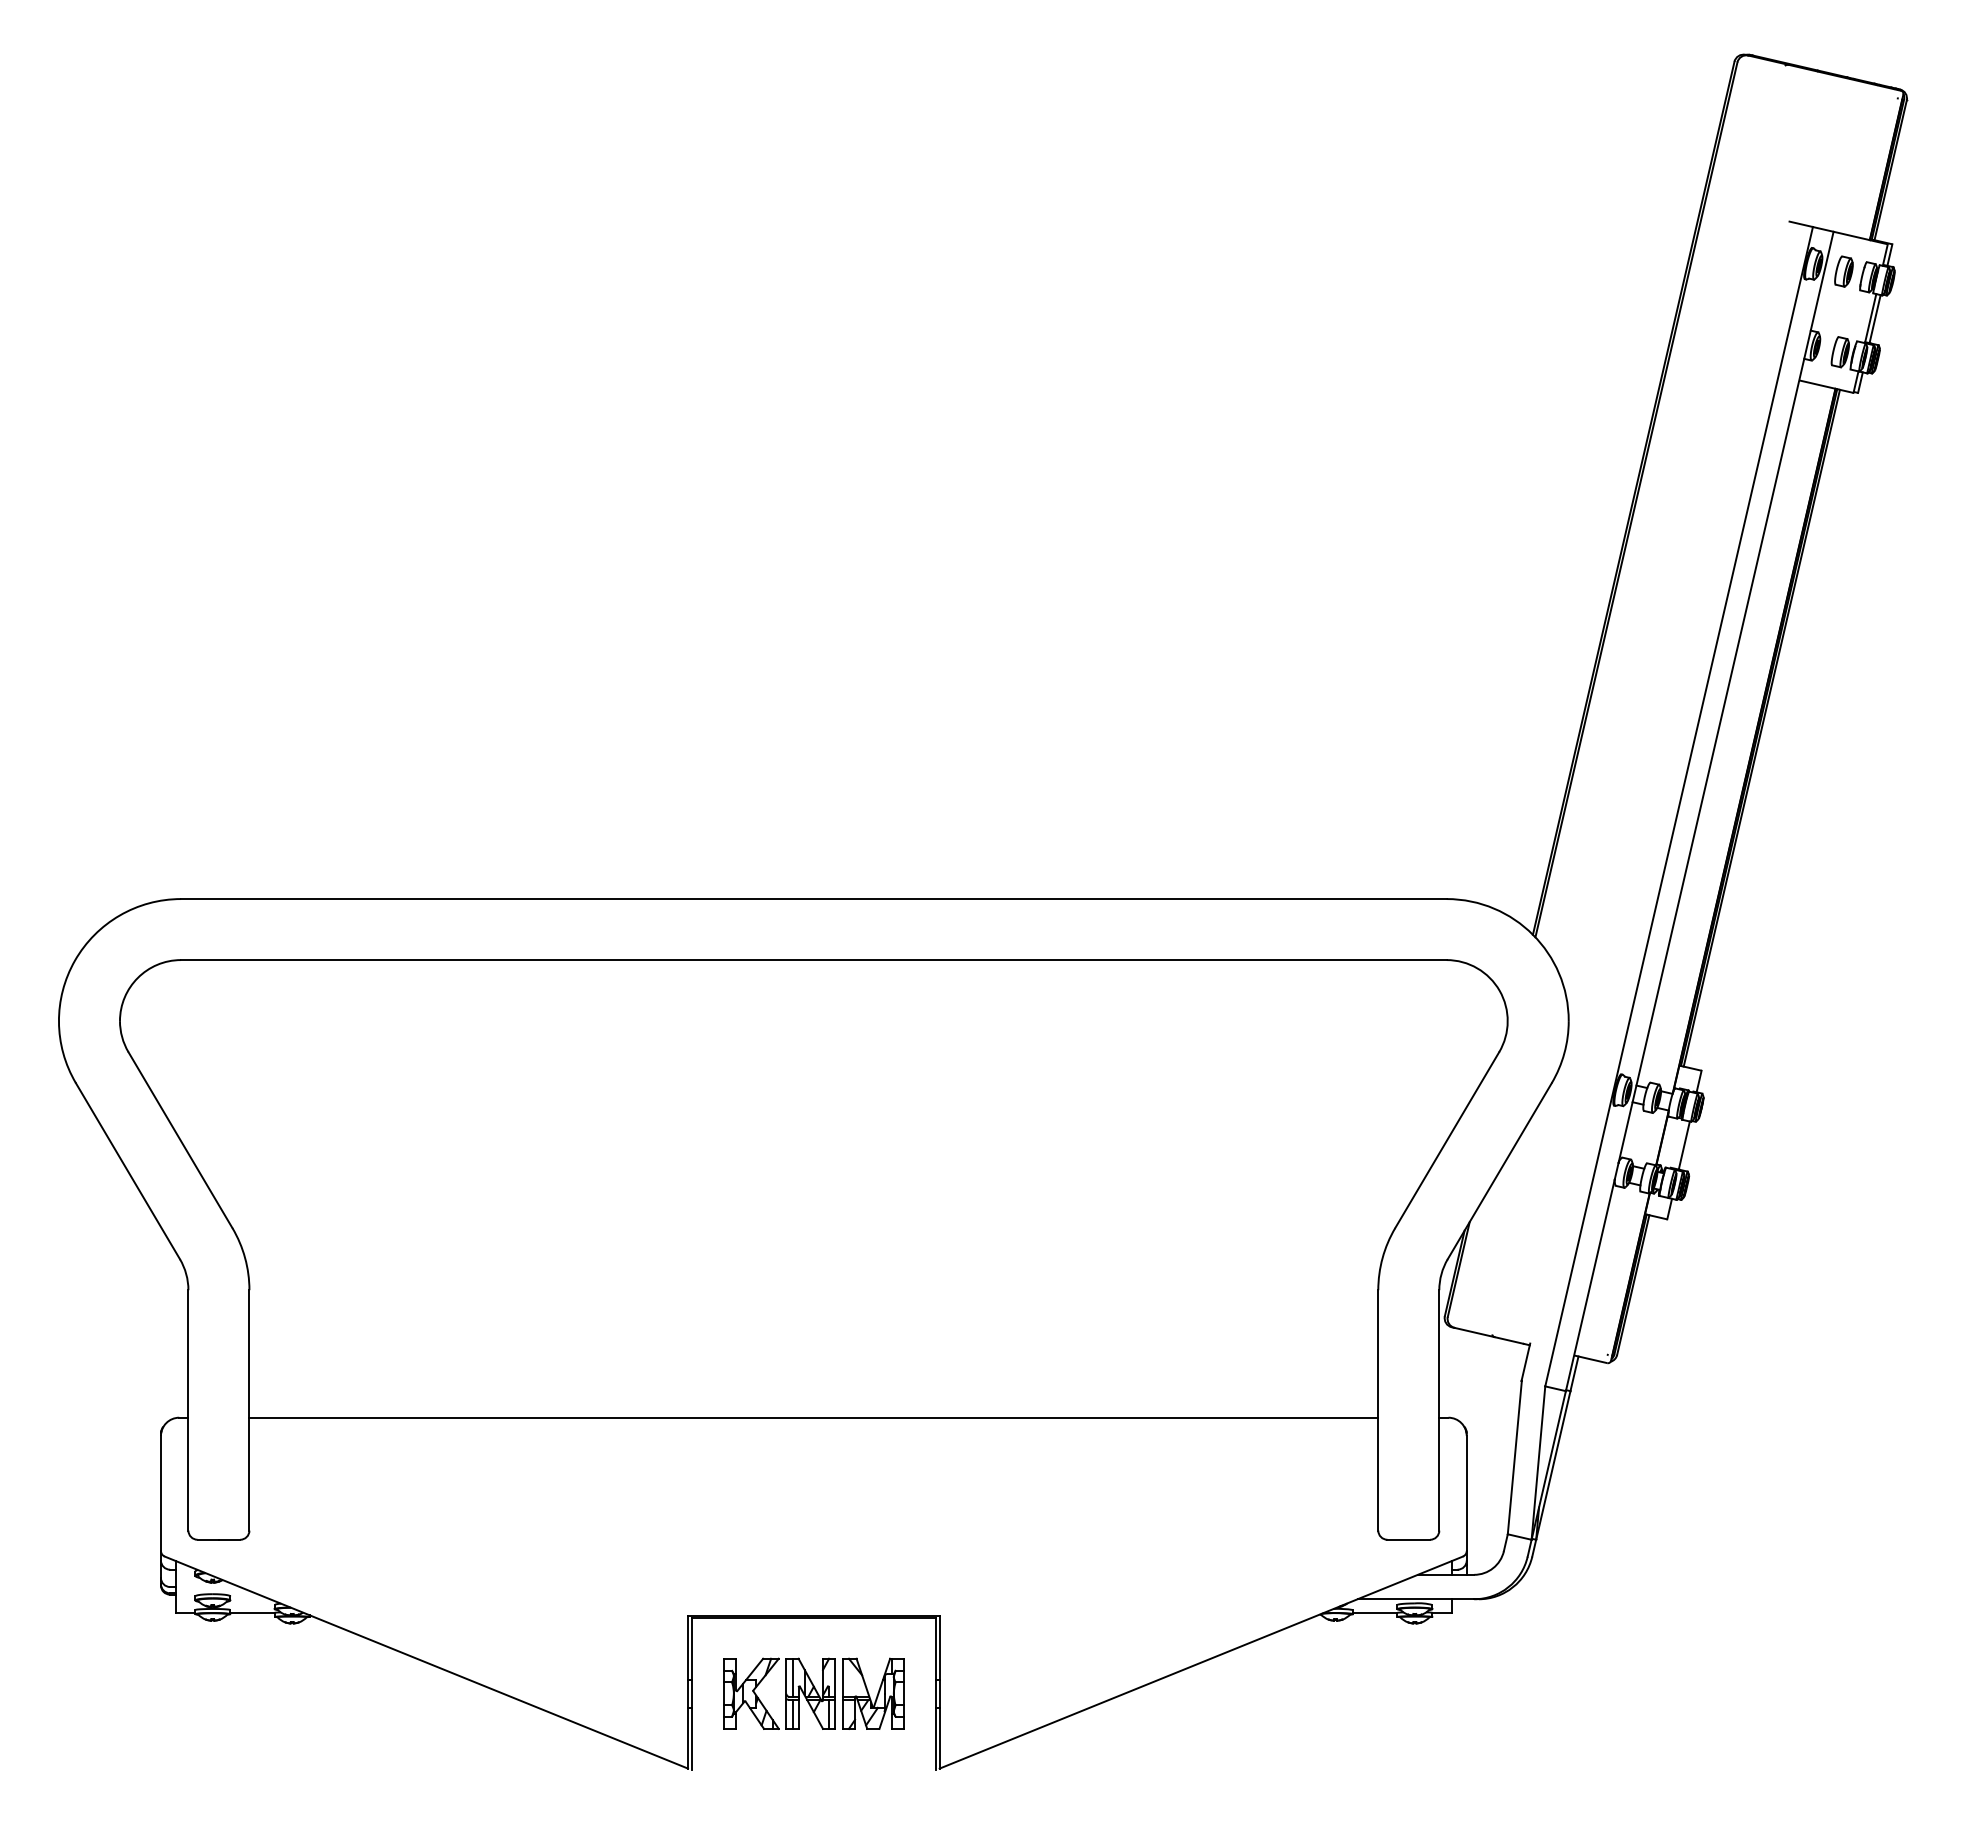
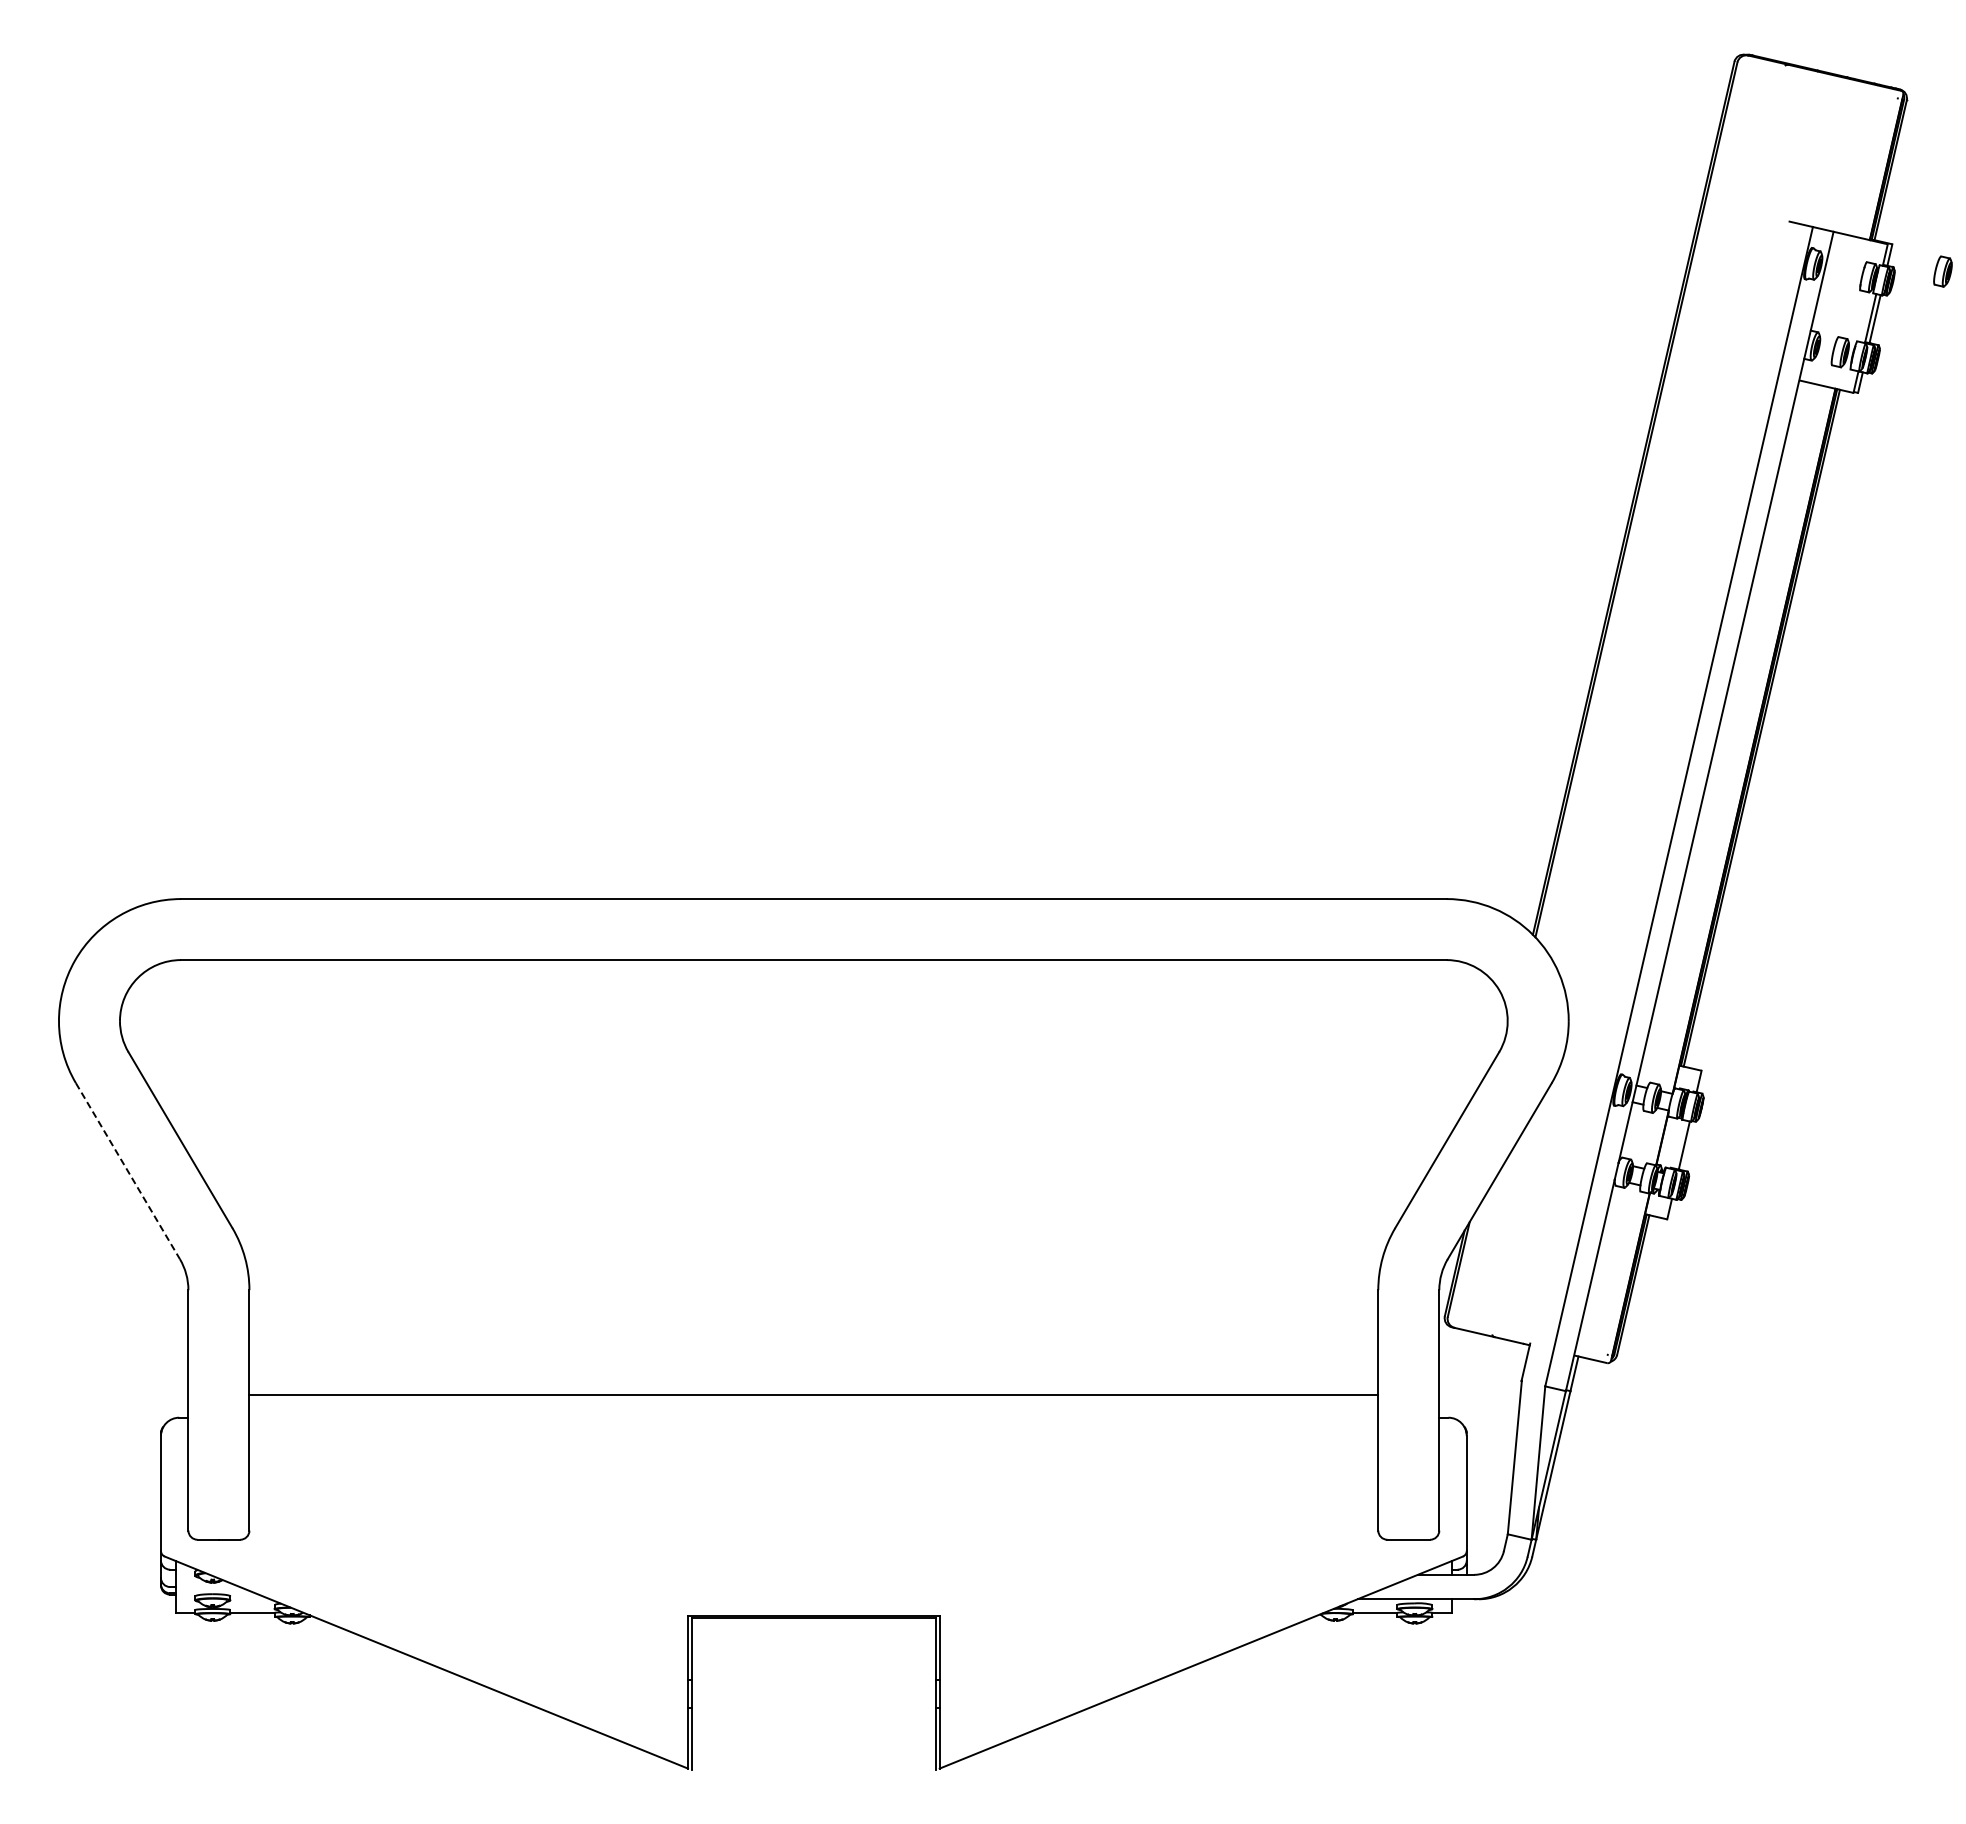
part at (1843, 271) position: (1843, 271) -> (1942, 271)
line at (128, 1171): solid -> dashed
line at (813, 1417) position: (813, 1417) -> (813, 1394)
part at (813, 1693): present -> none
